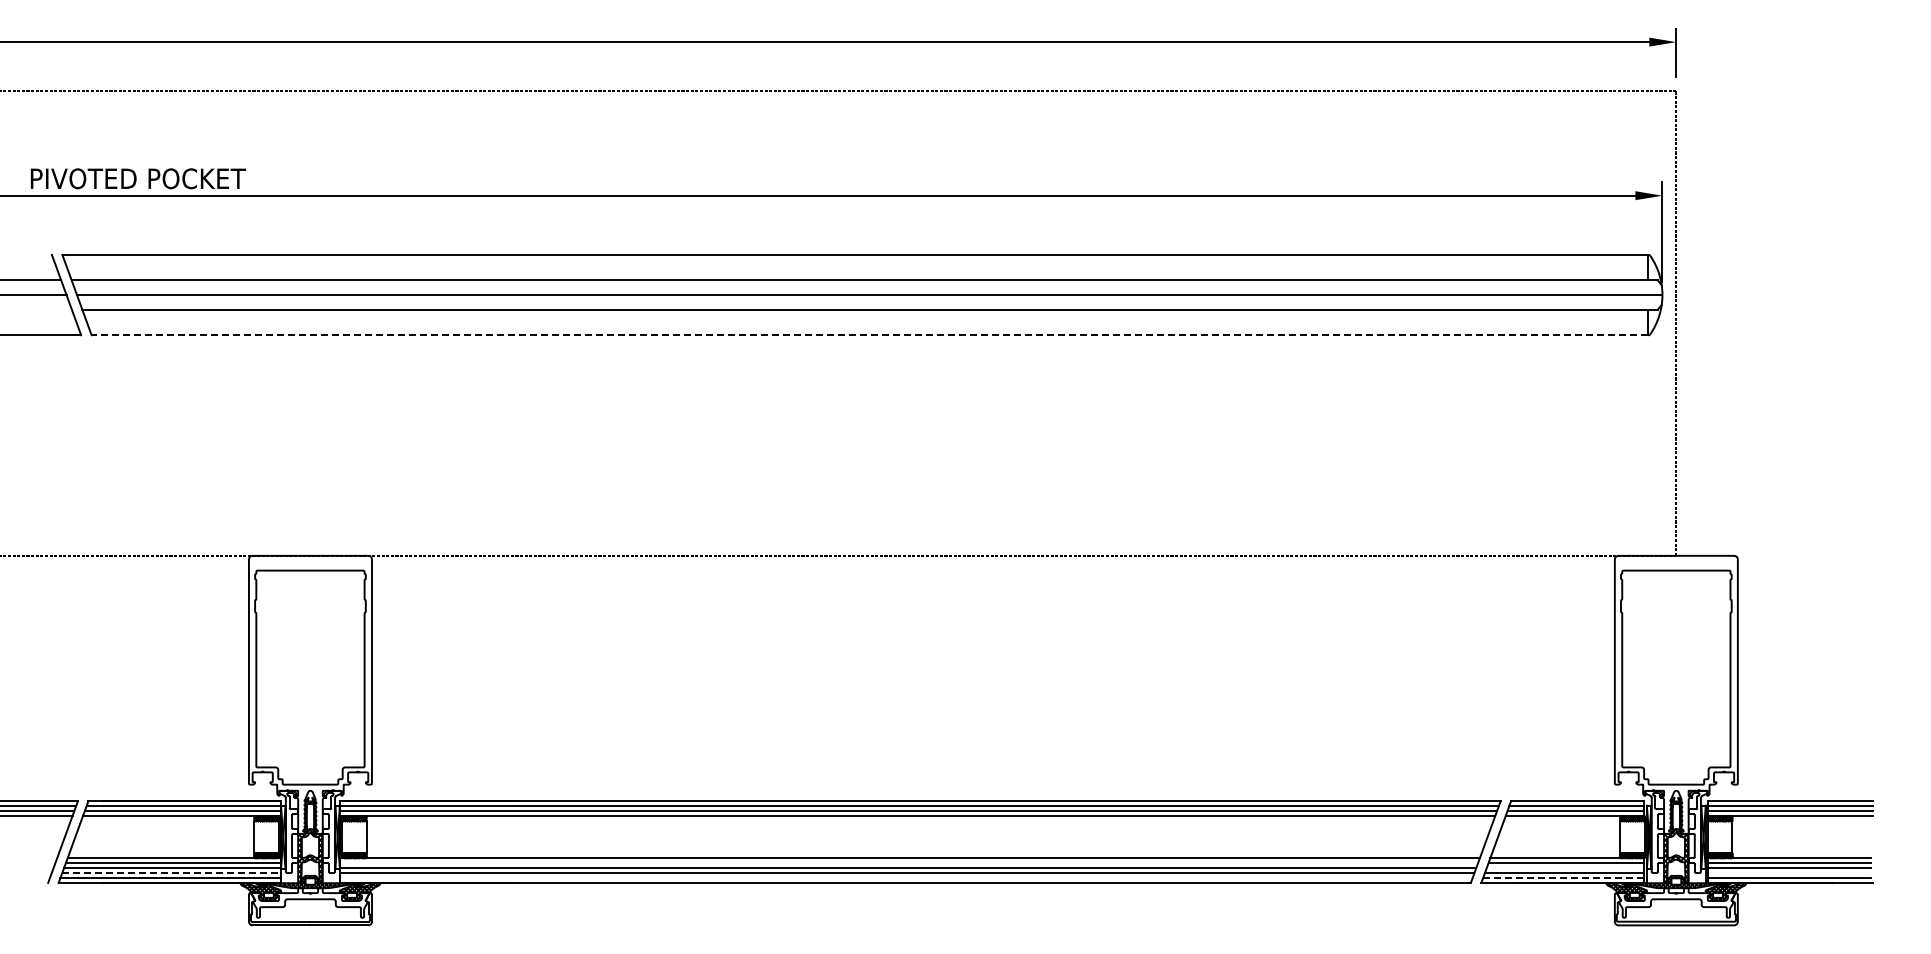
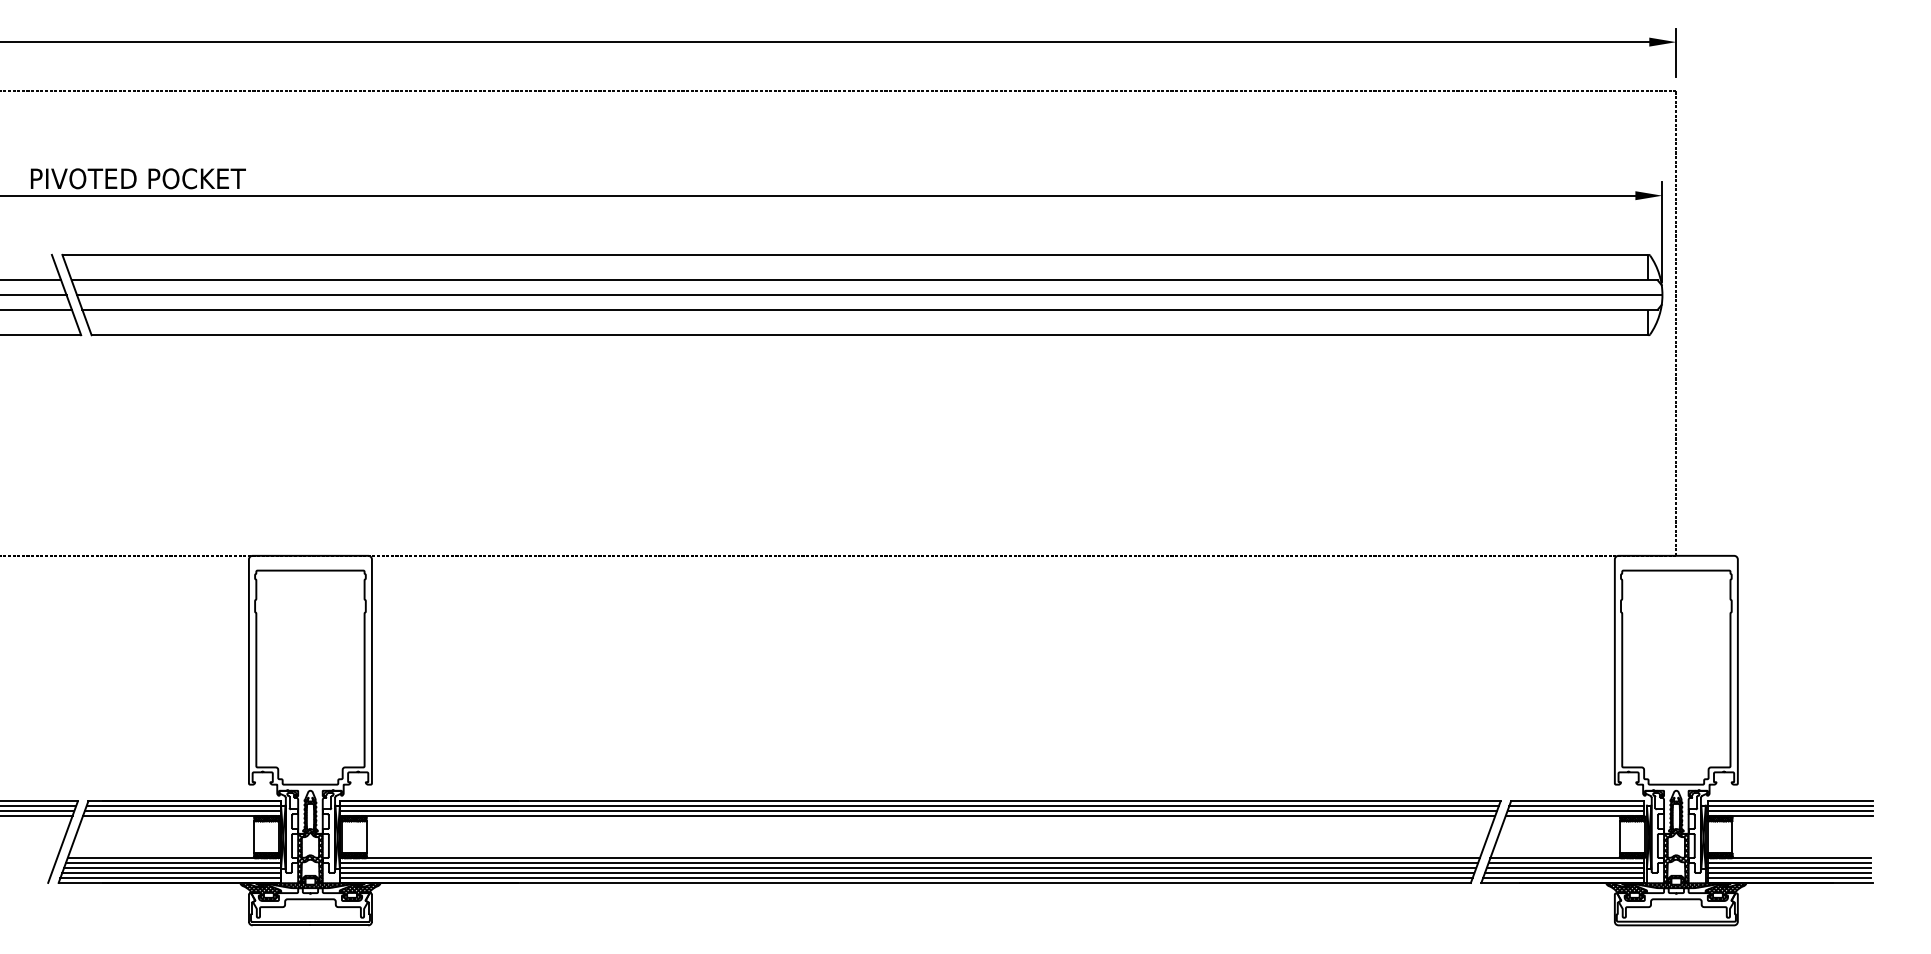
line at (36, 309): none -> present
line at (869, 335): dashed -> solid
line at (908, 863): none -> present
line at (1565, 868): none -> present
line at (172, 873): dashed -> solid
line at (1789, 873): none -> present
line at (905, 877): none -> present
line at (1563, 877): dashed -> solid
